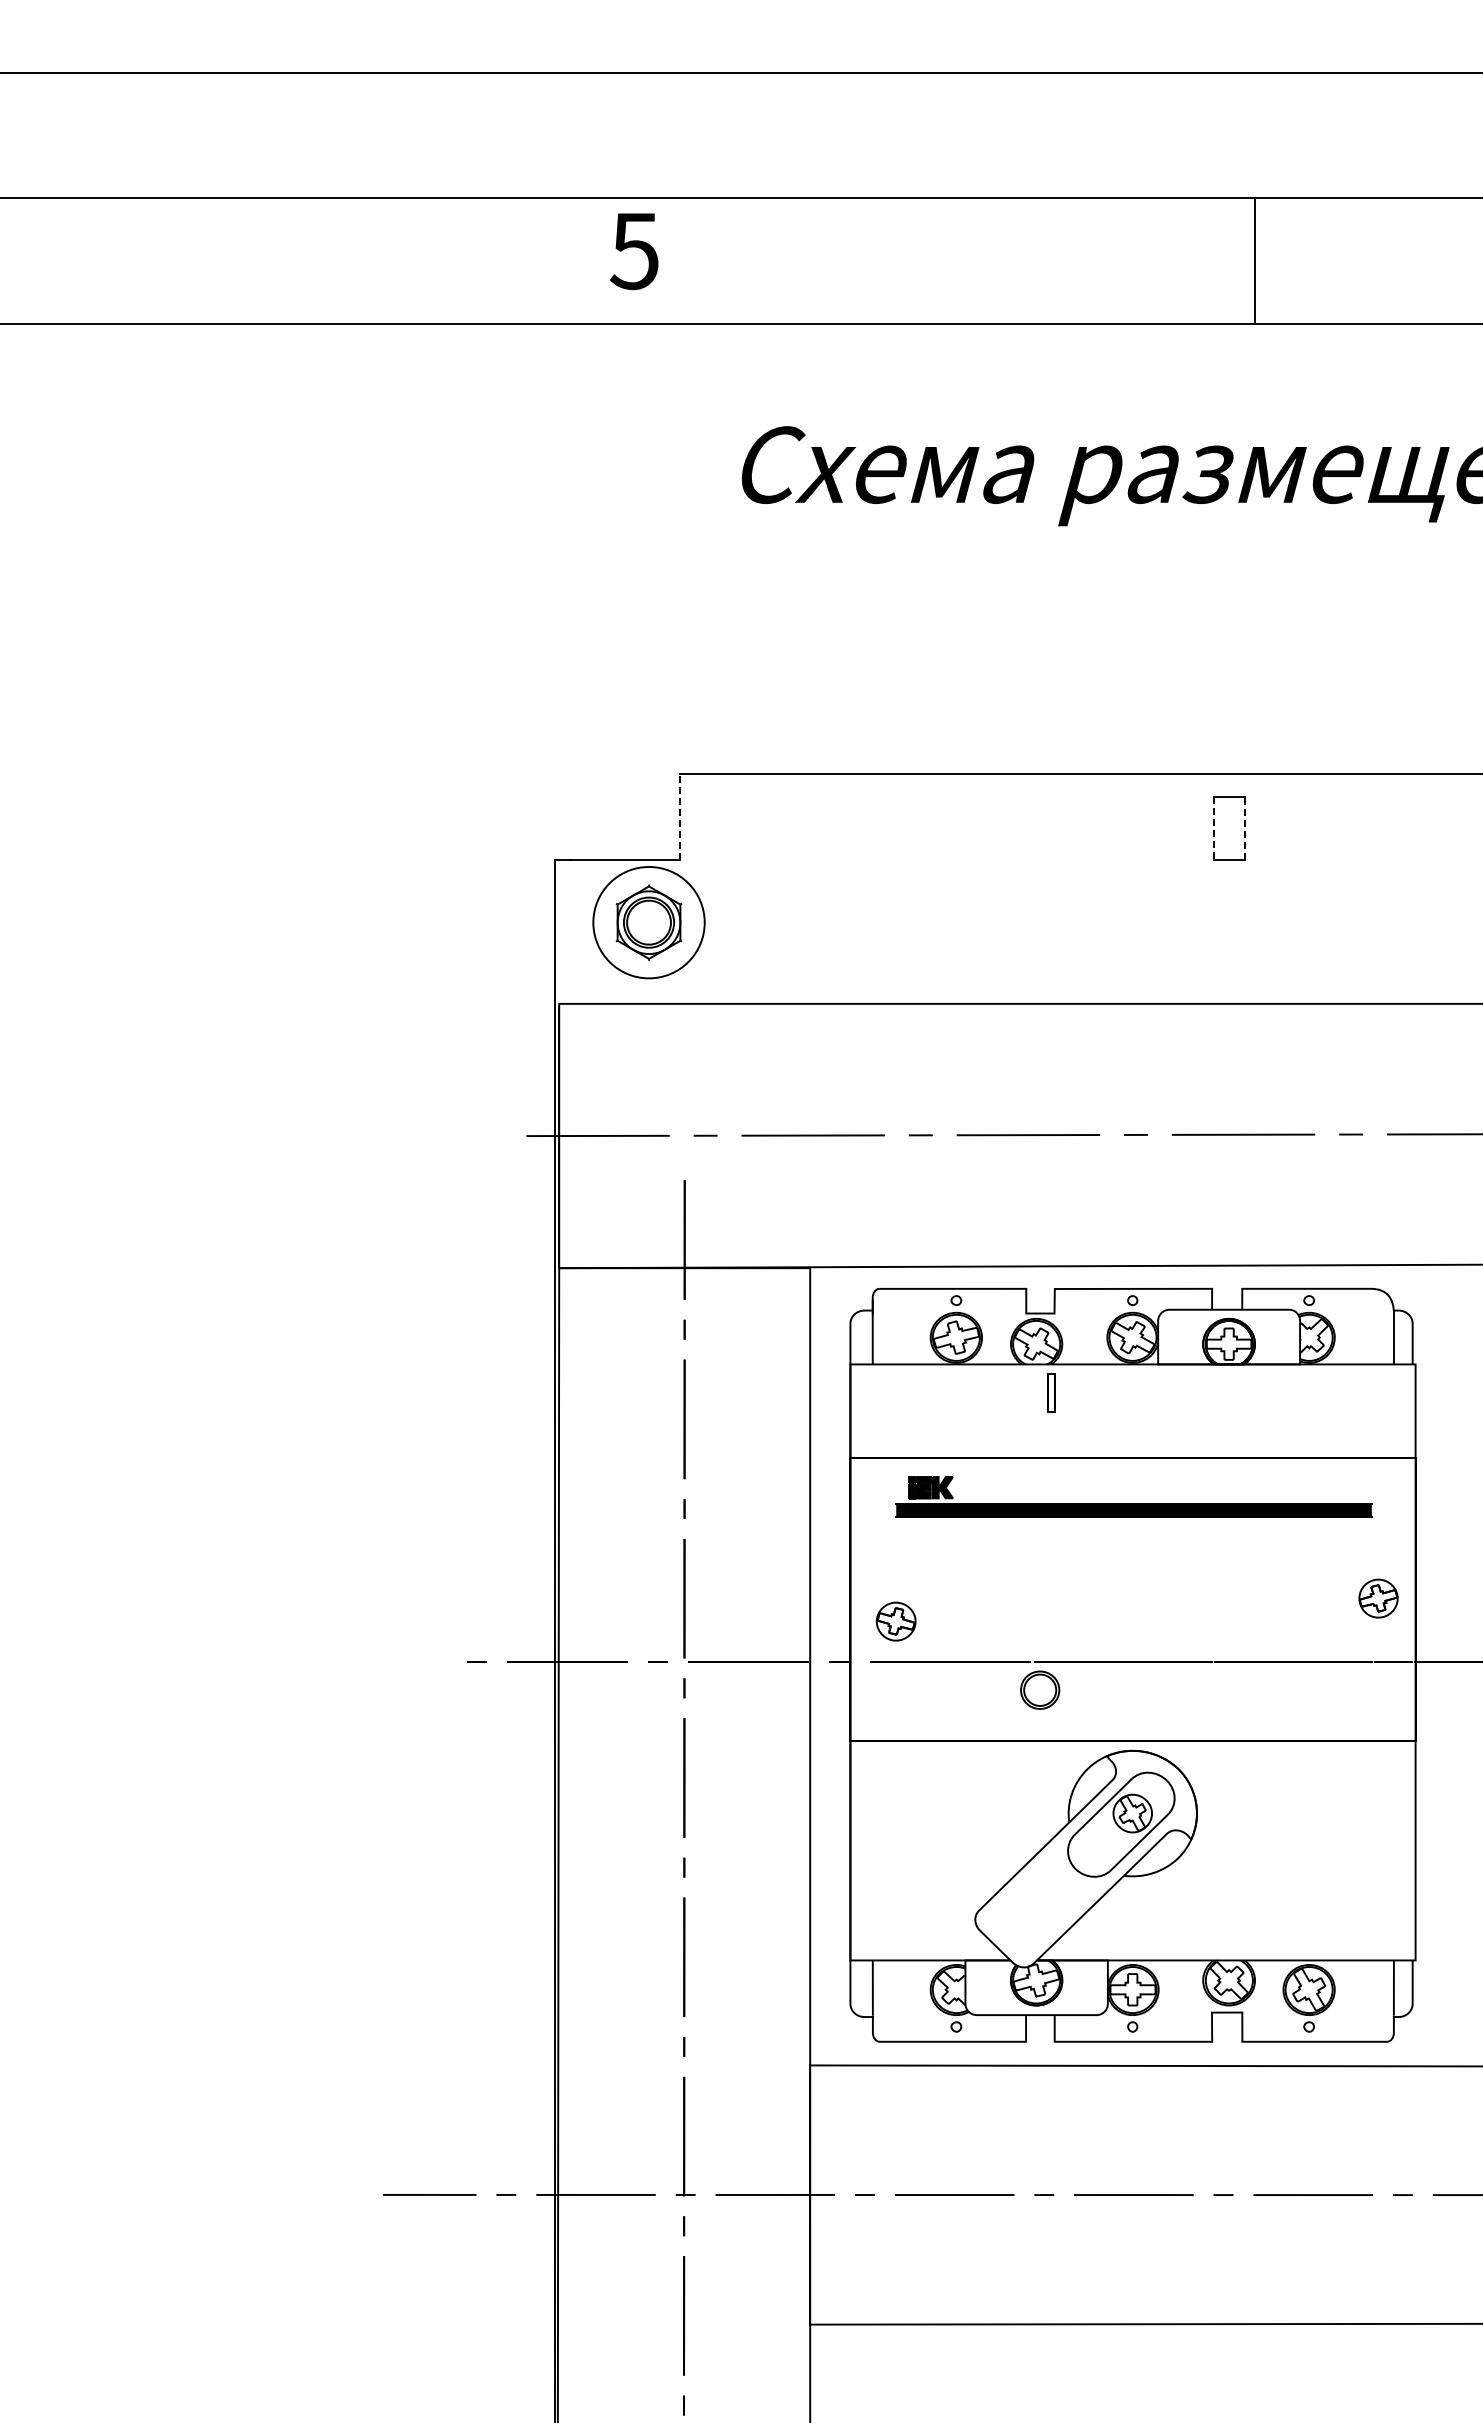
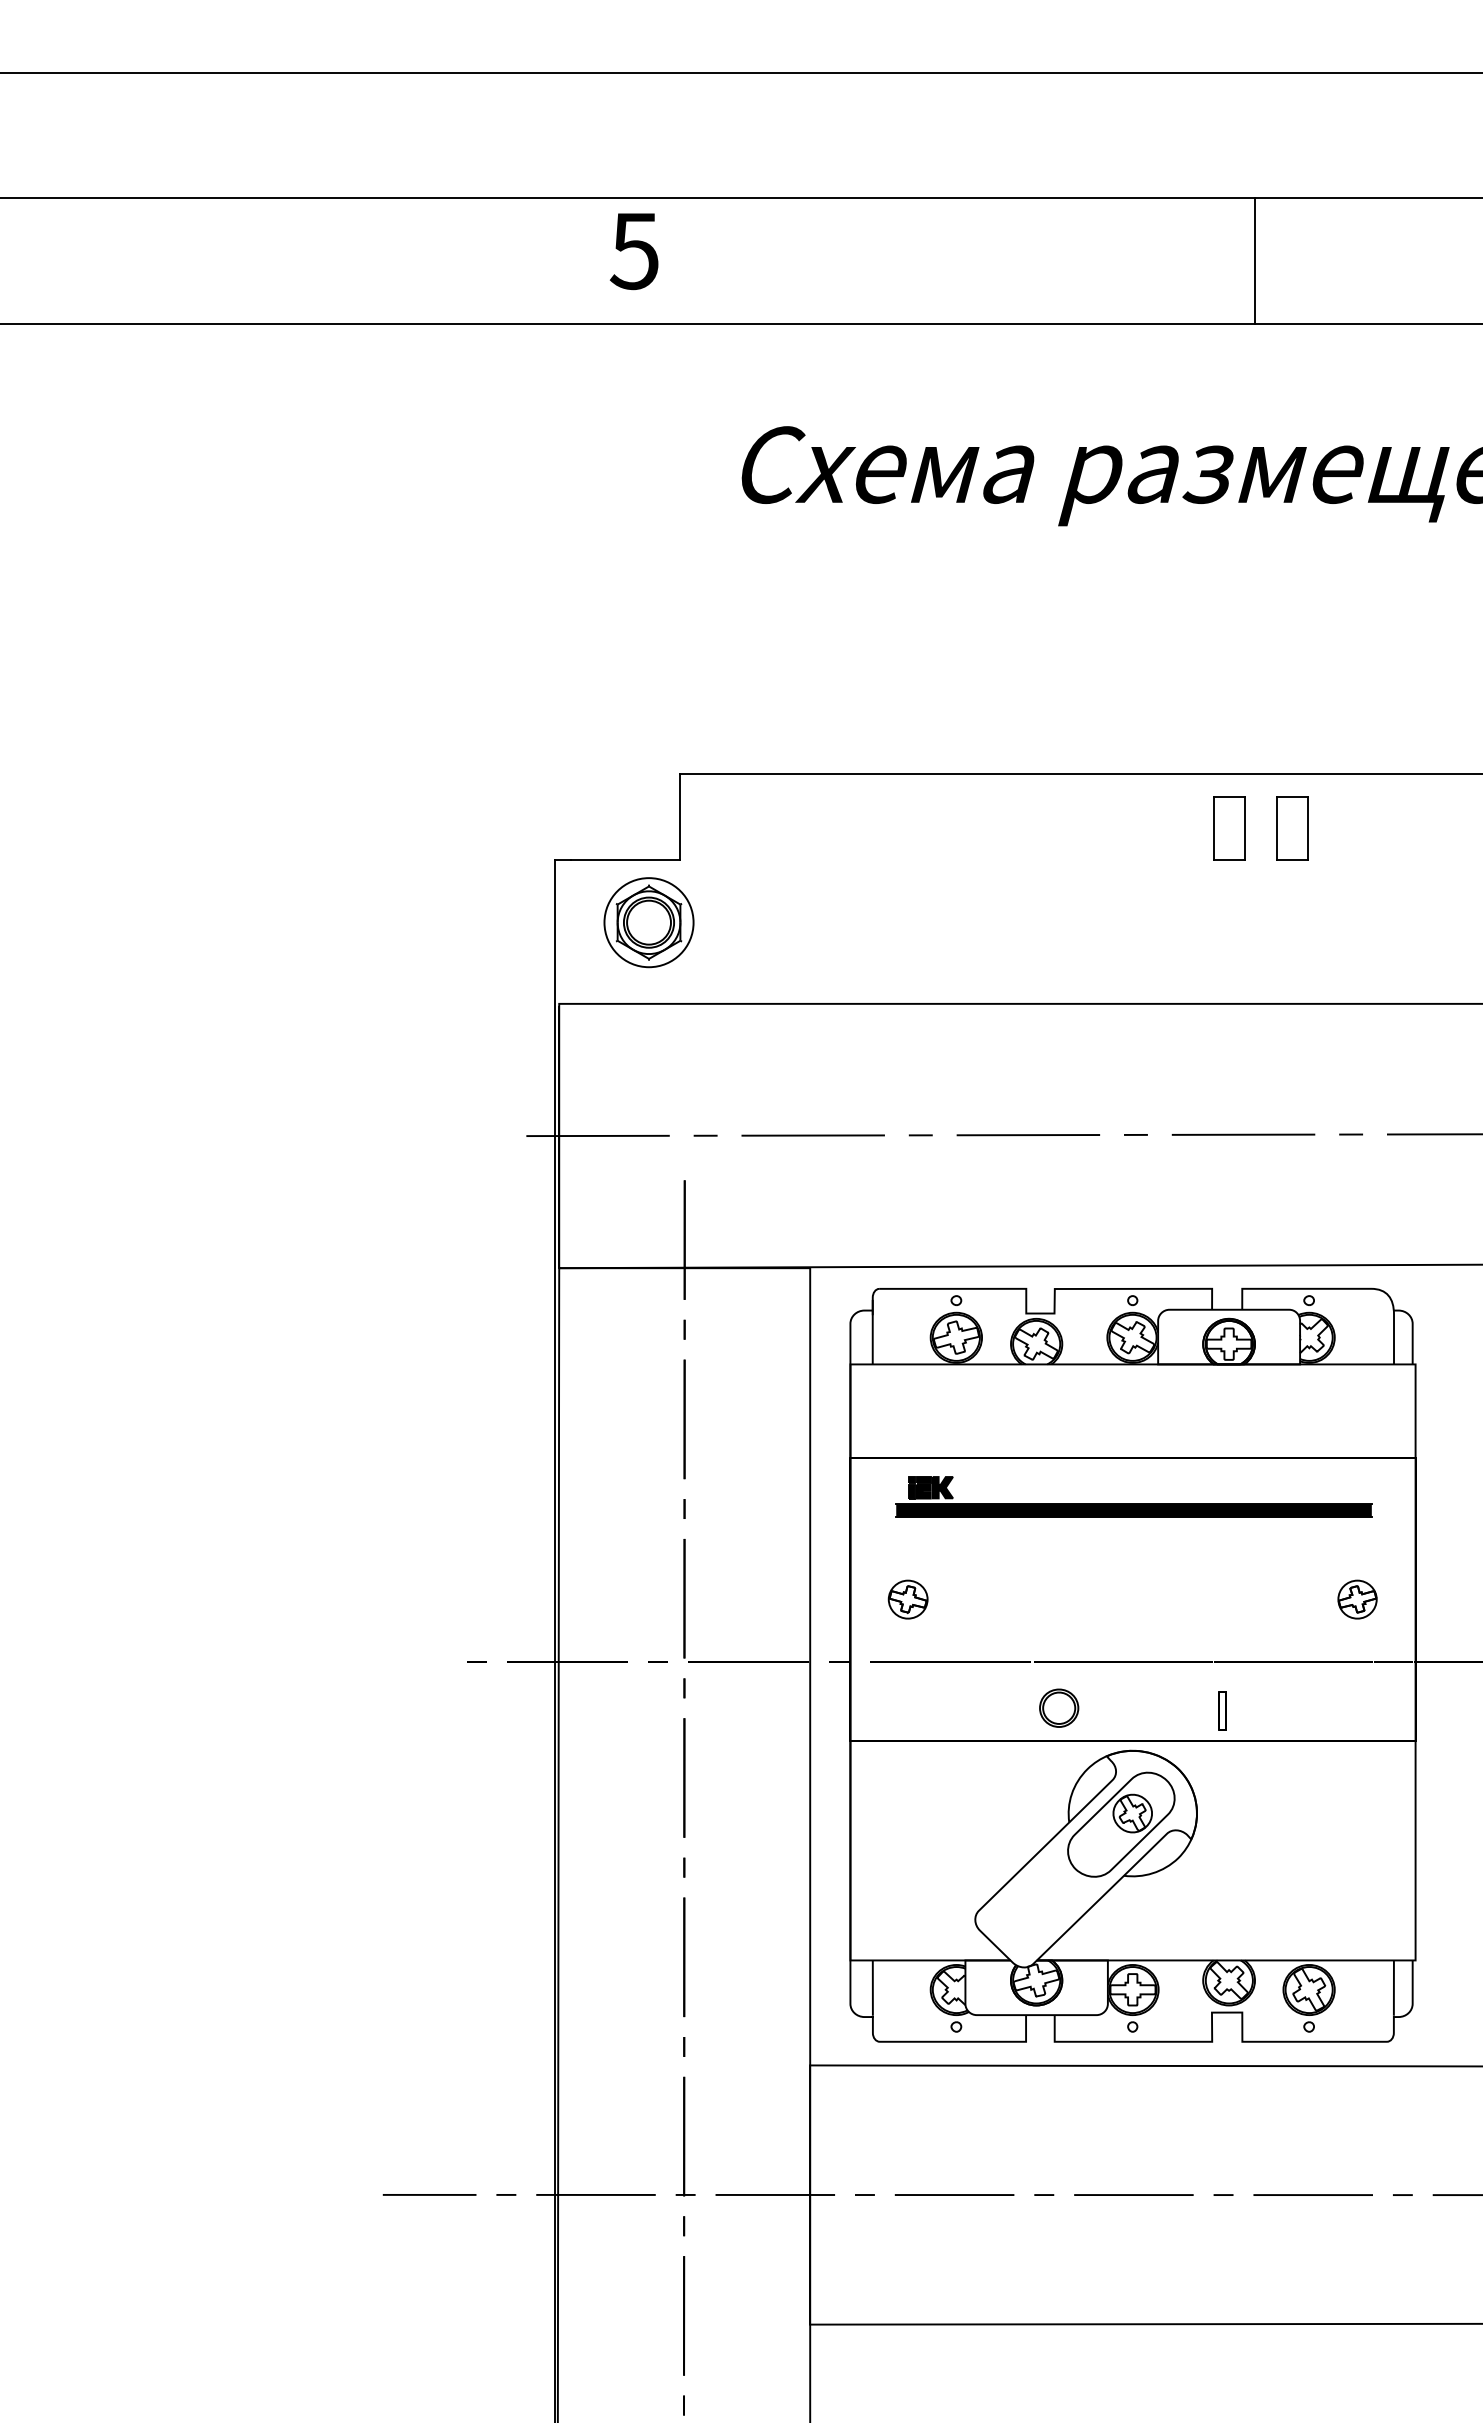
line at (680, 816): dashed -> solid
line at (1245, 828): dashed -> solid
part at (1292, 828): none -> present
line at (1213, 829): dashed -> solid
circle at (648, 922) diameter: 111 px -> 89 px
part at (1051, 1392) position: (1051, 1392) -> (1222, 1710)
part at (1378, 1598) position: (1378, 1598) -> (1357, 1599)
part at (895, 1621) position: (895, 1621) -> (907, 1599)
part at (1040, 1689) position: (1040, 1689) -> (1059, 1707)
